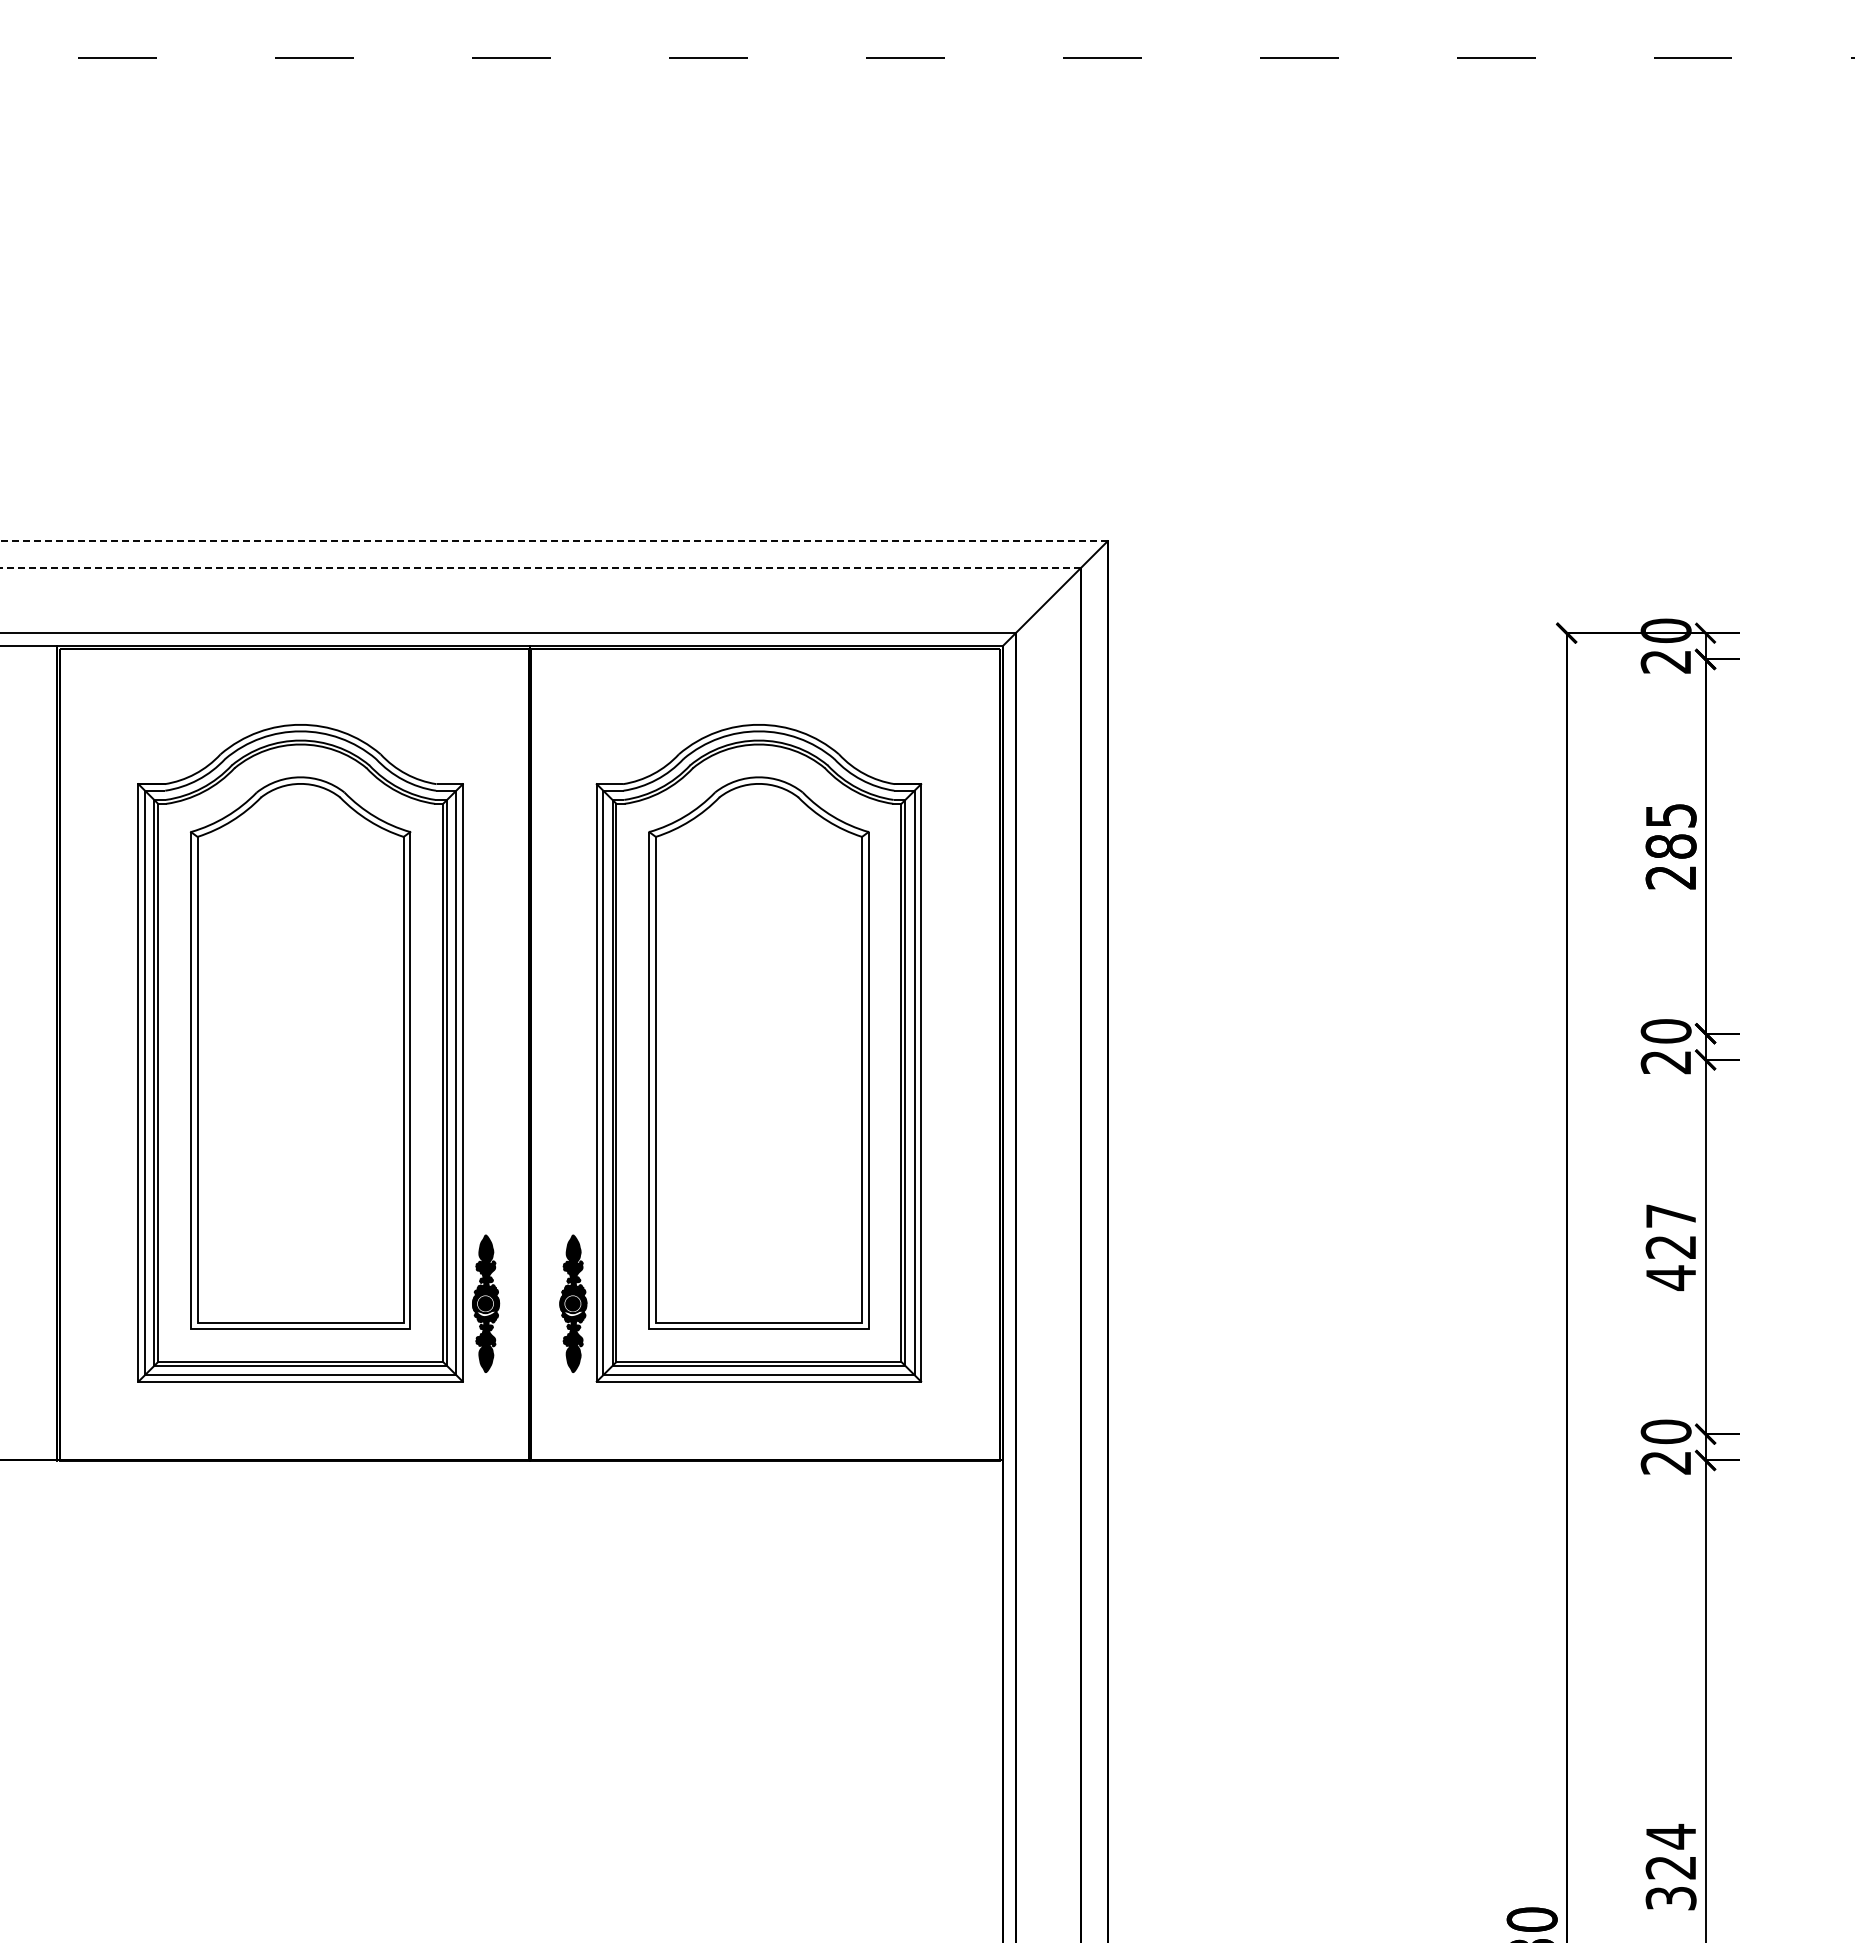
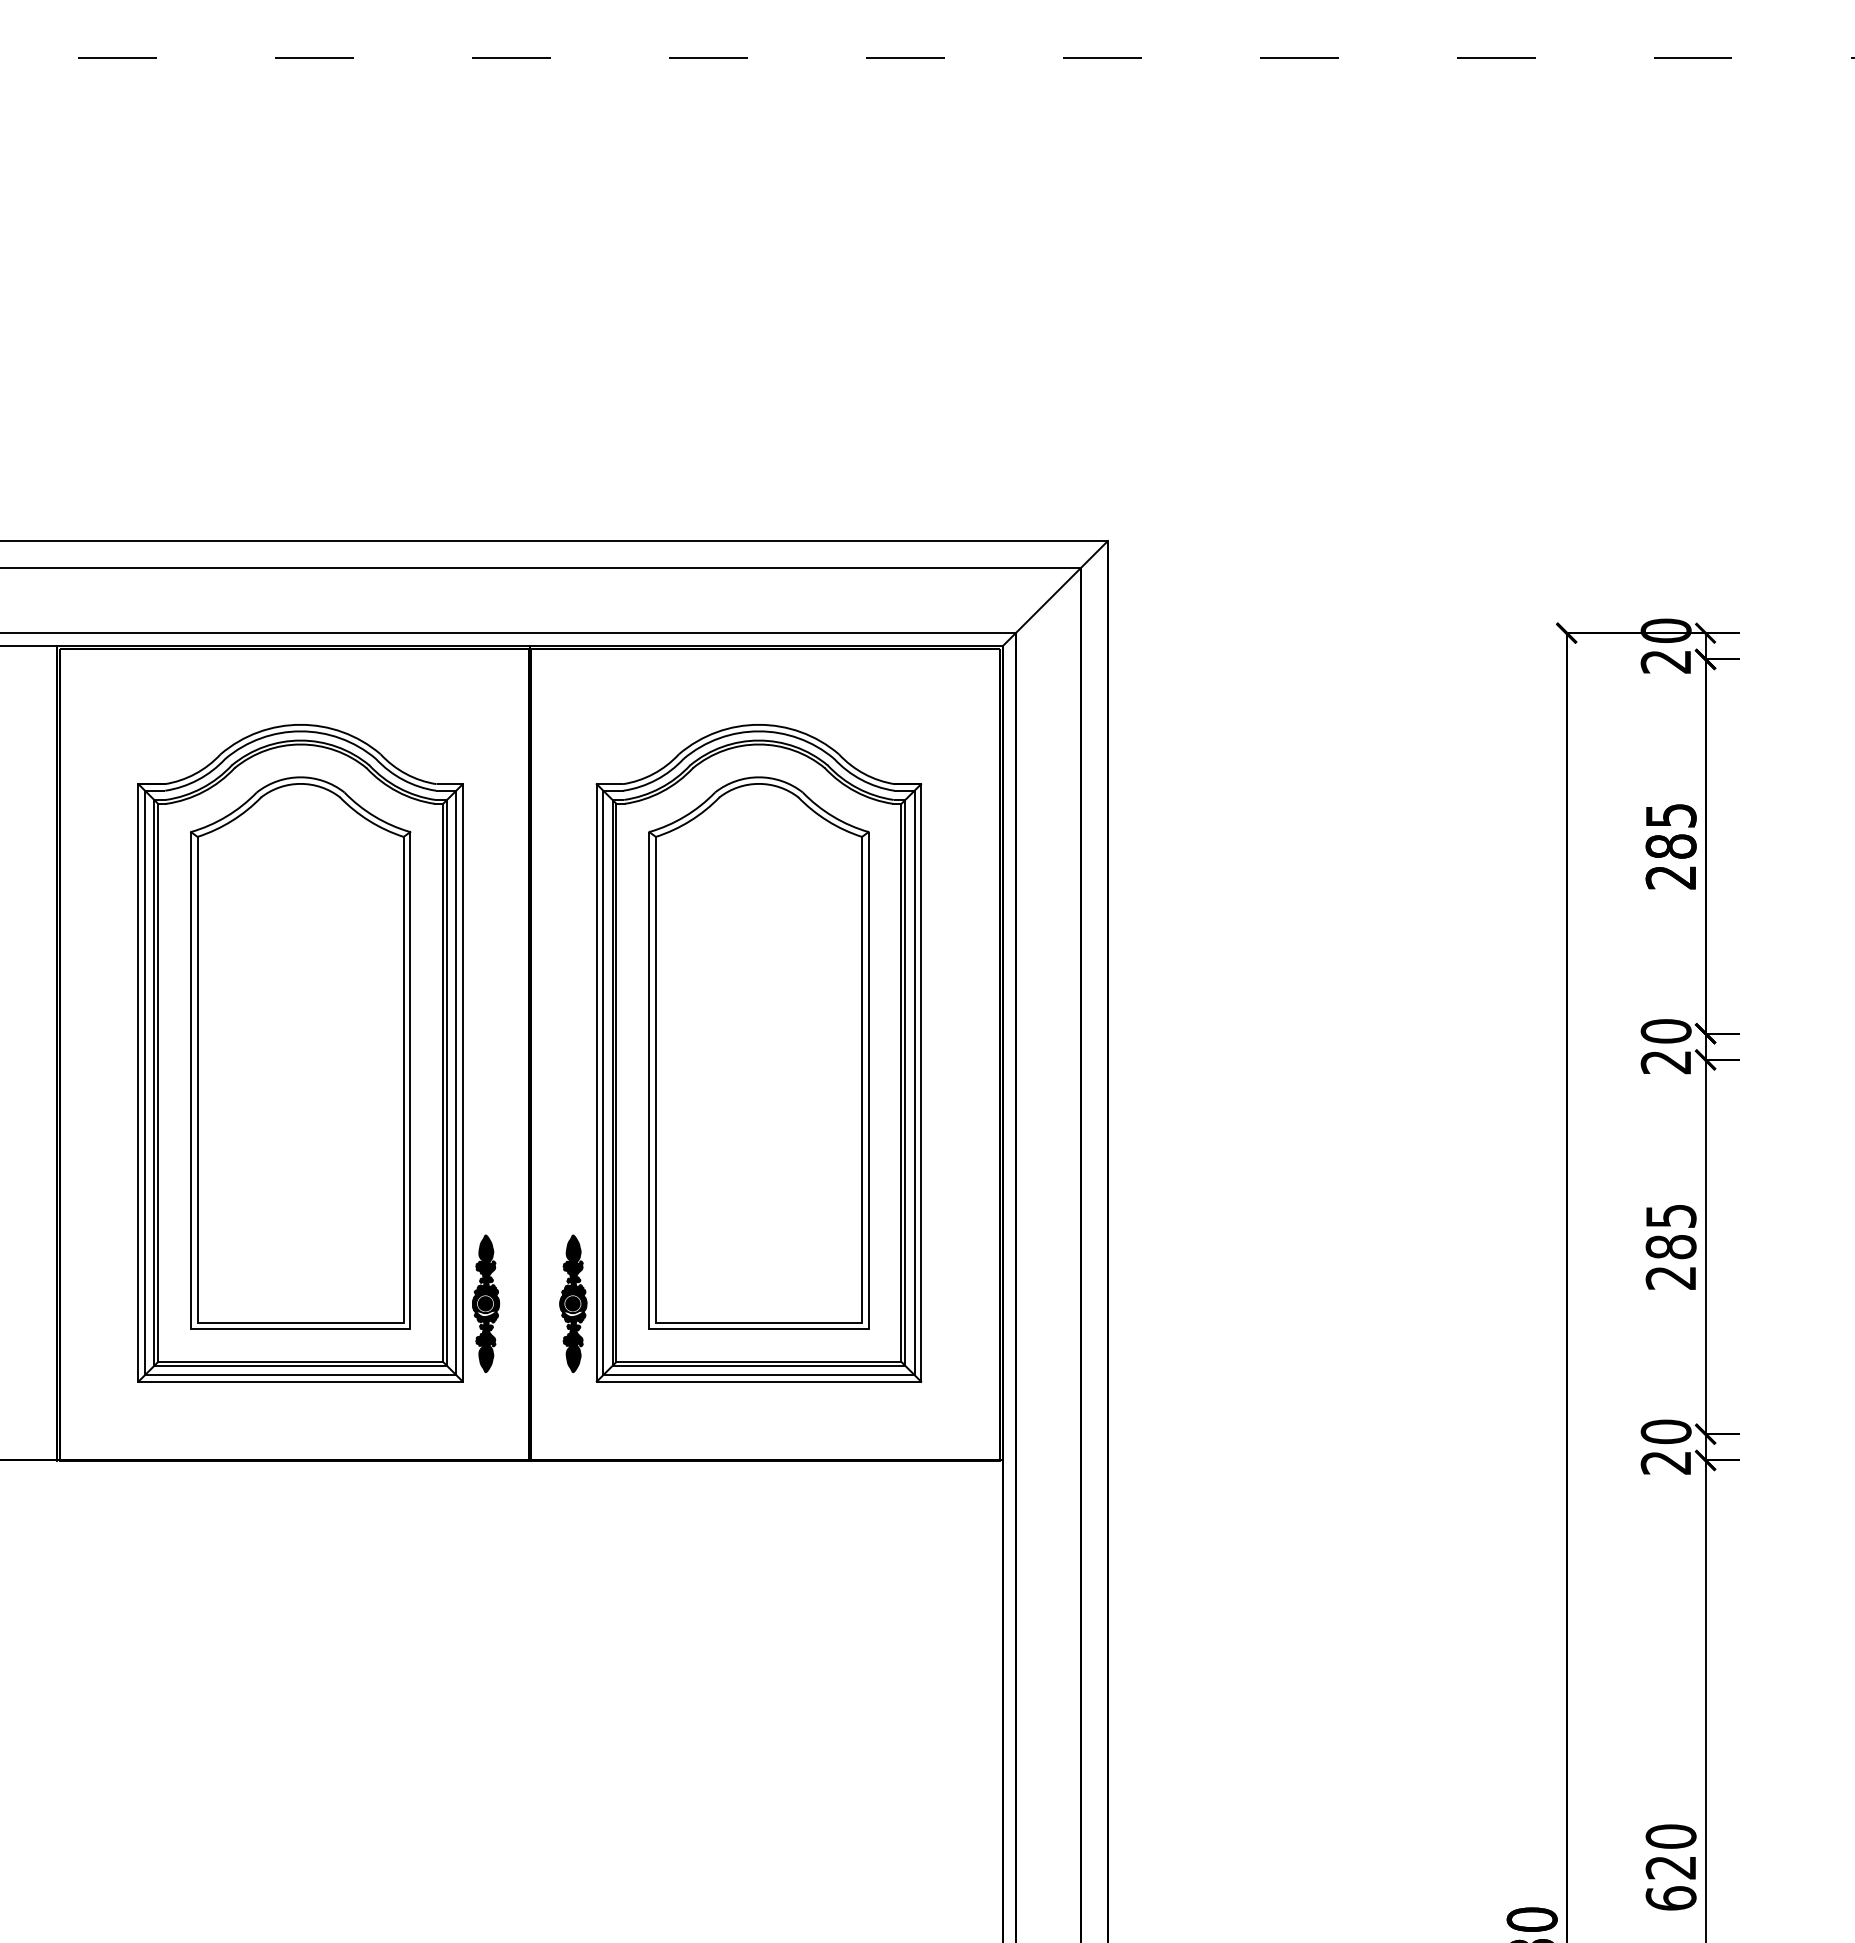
line at (553, 541): dashed -> solid
line at (540, 567): dashed -> solid
text at (1670, 1247): 427 -> 285
text at (1670, 1867): 324 -> 620
